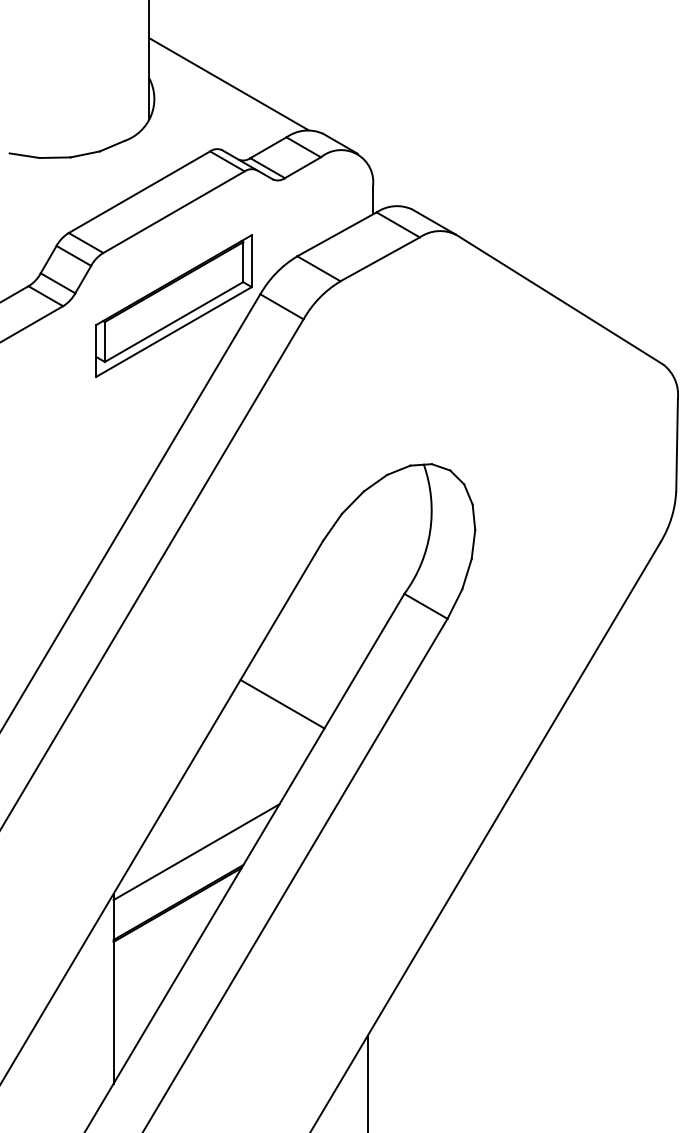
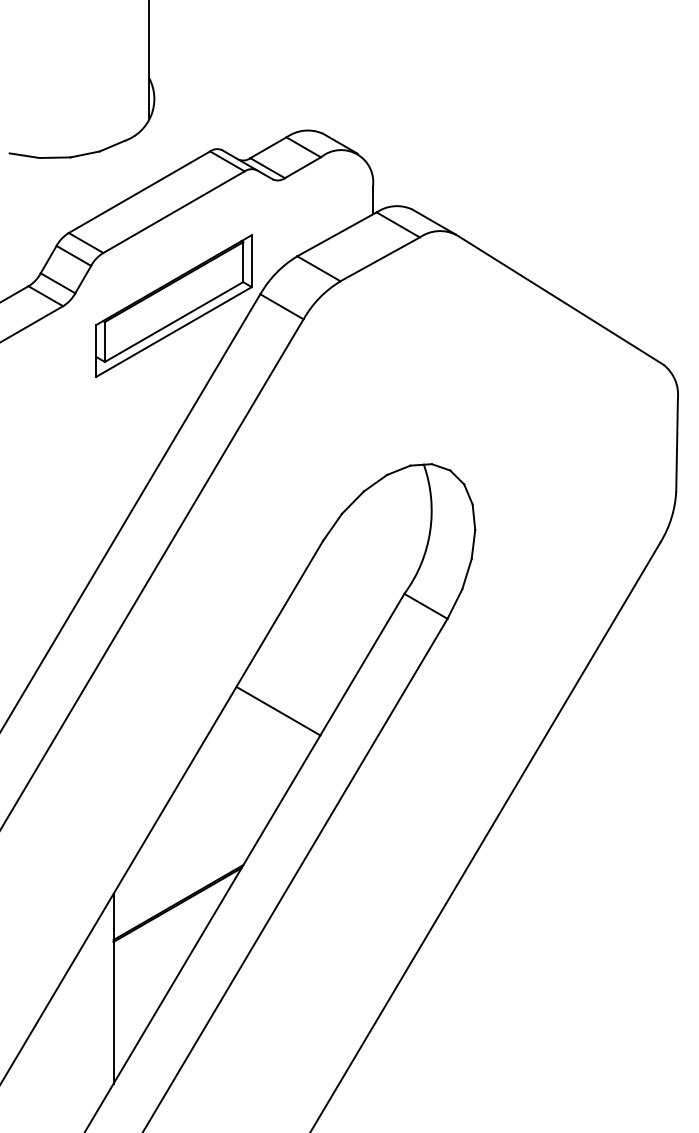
line at (228, 84): present -> none
line at (282, 703) position: (282, 703) -> (278, 710)
line at (196, 852): present -> none
line at (367, 1082): present -> none
